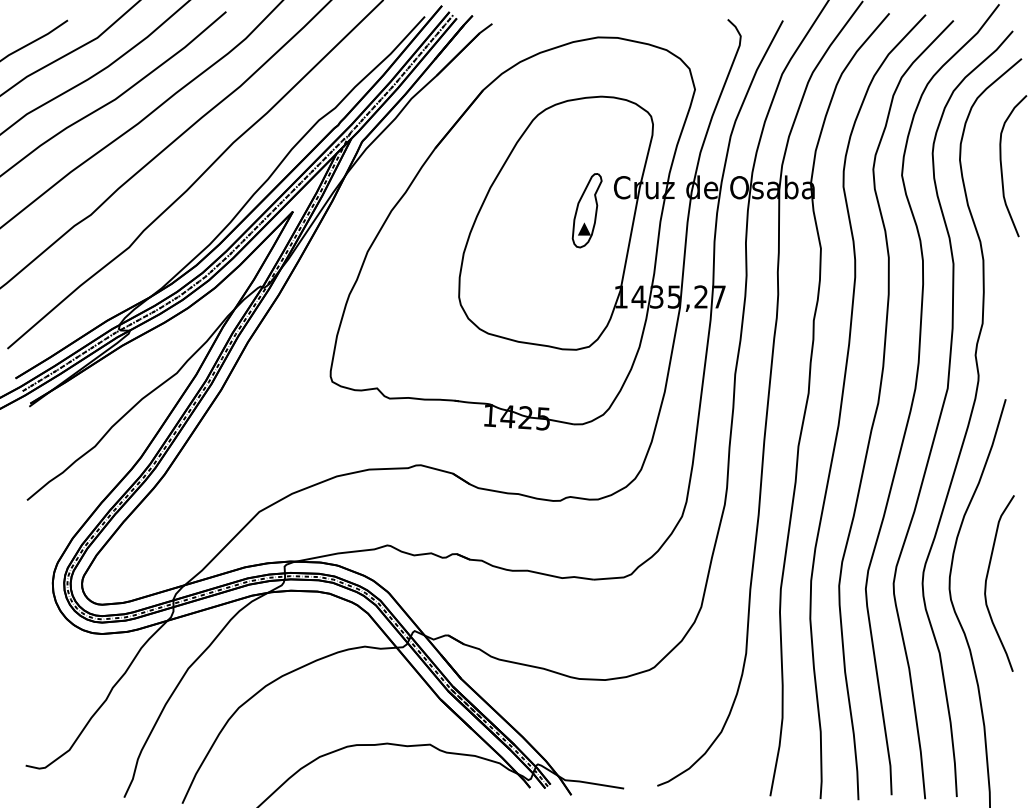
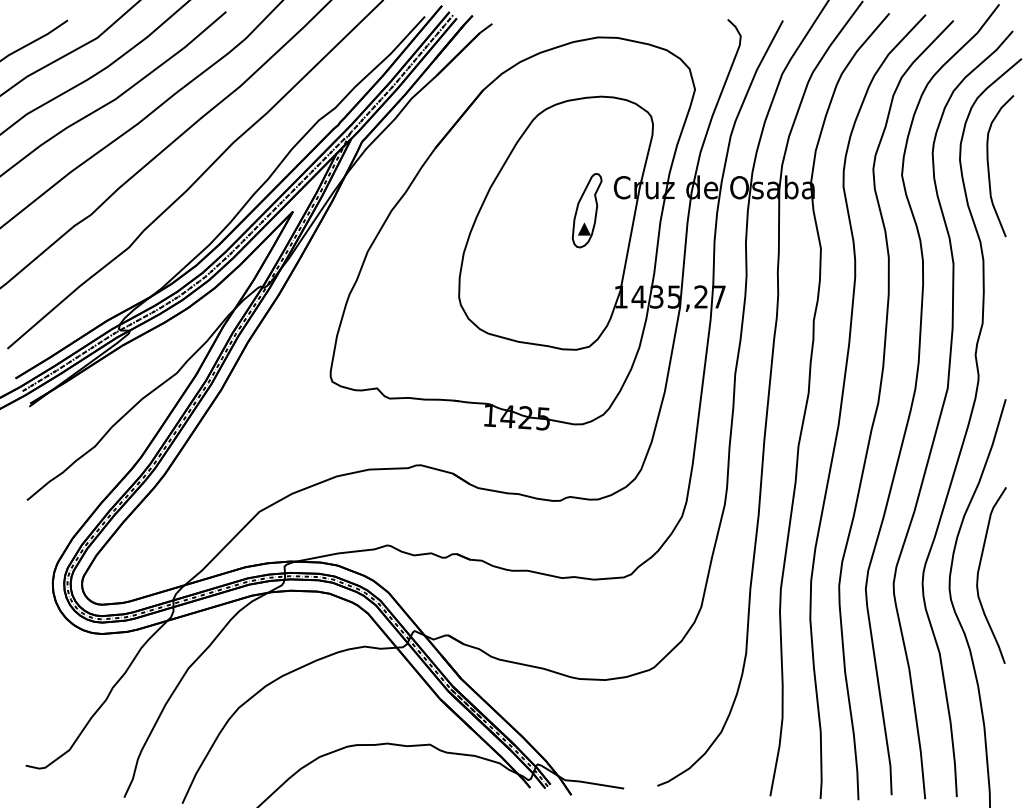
curve at (1002, 166) position: (1002, 166) -> (989, 166)
curve at (987, 579) position: (987, 579) -> (979, 571)
